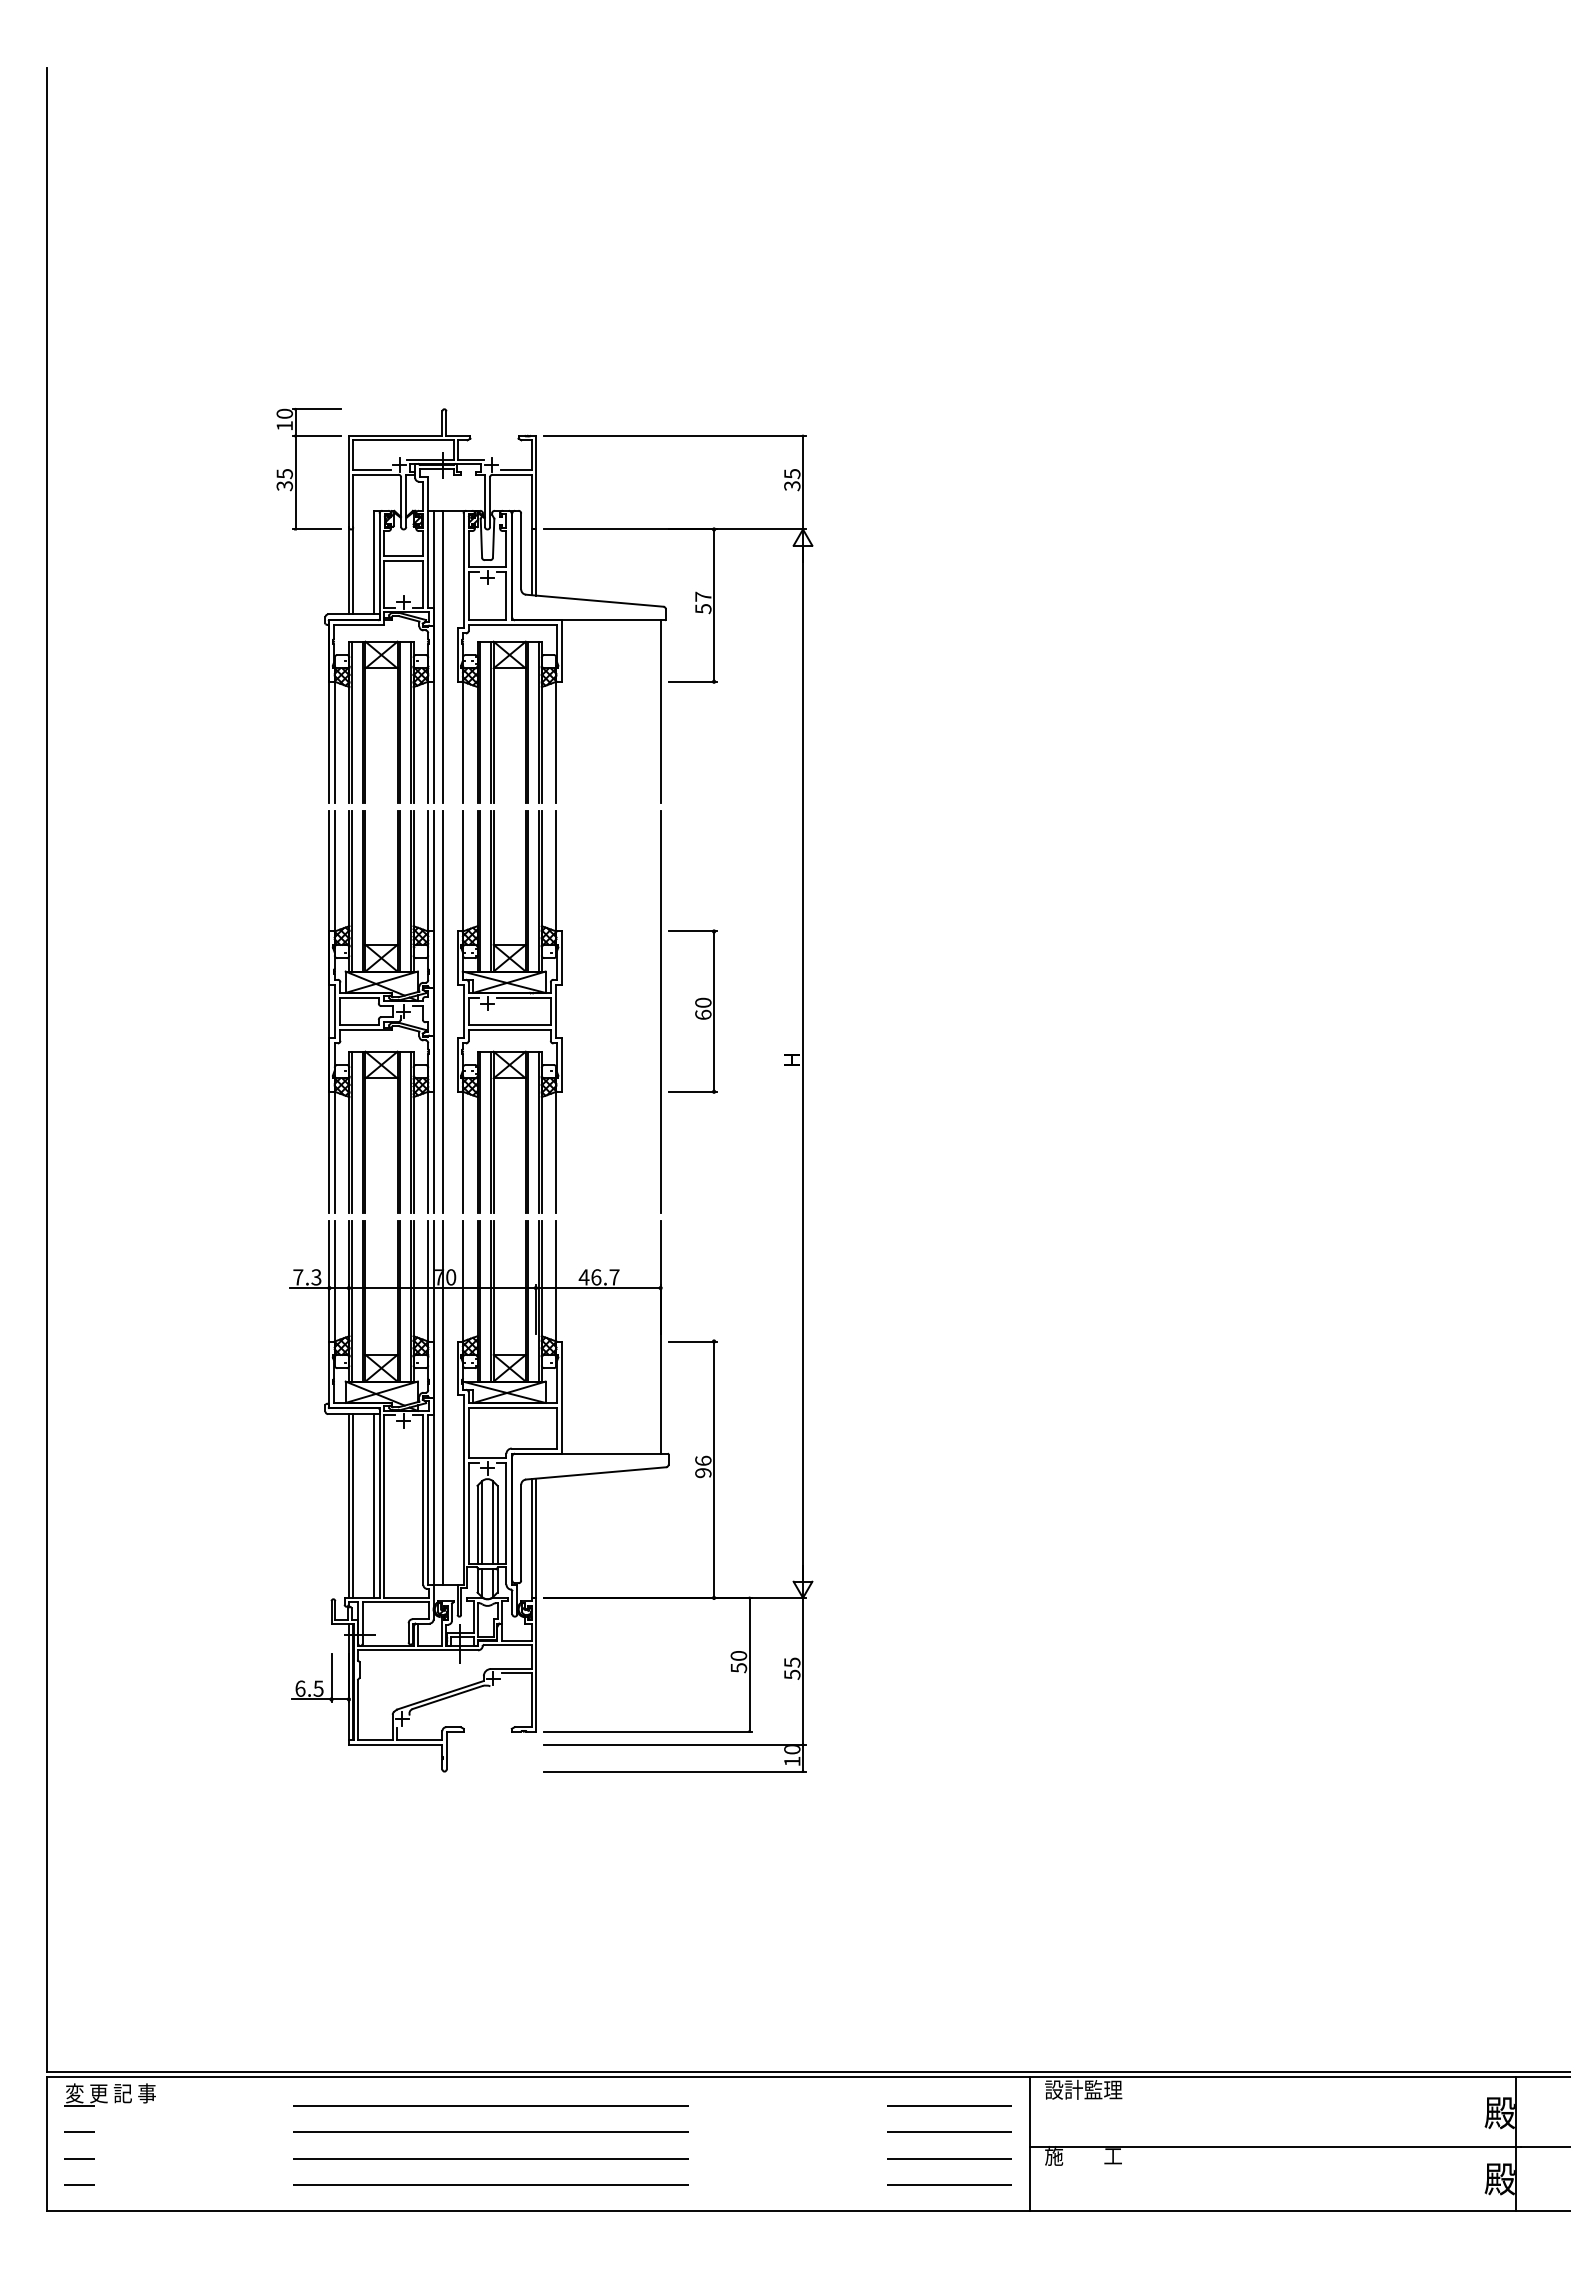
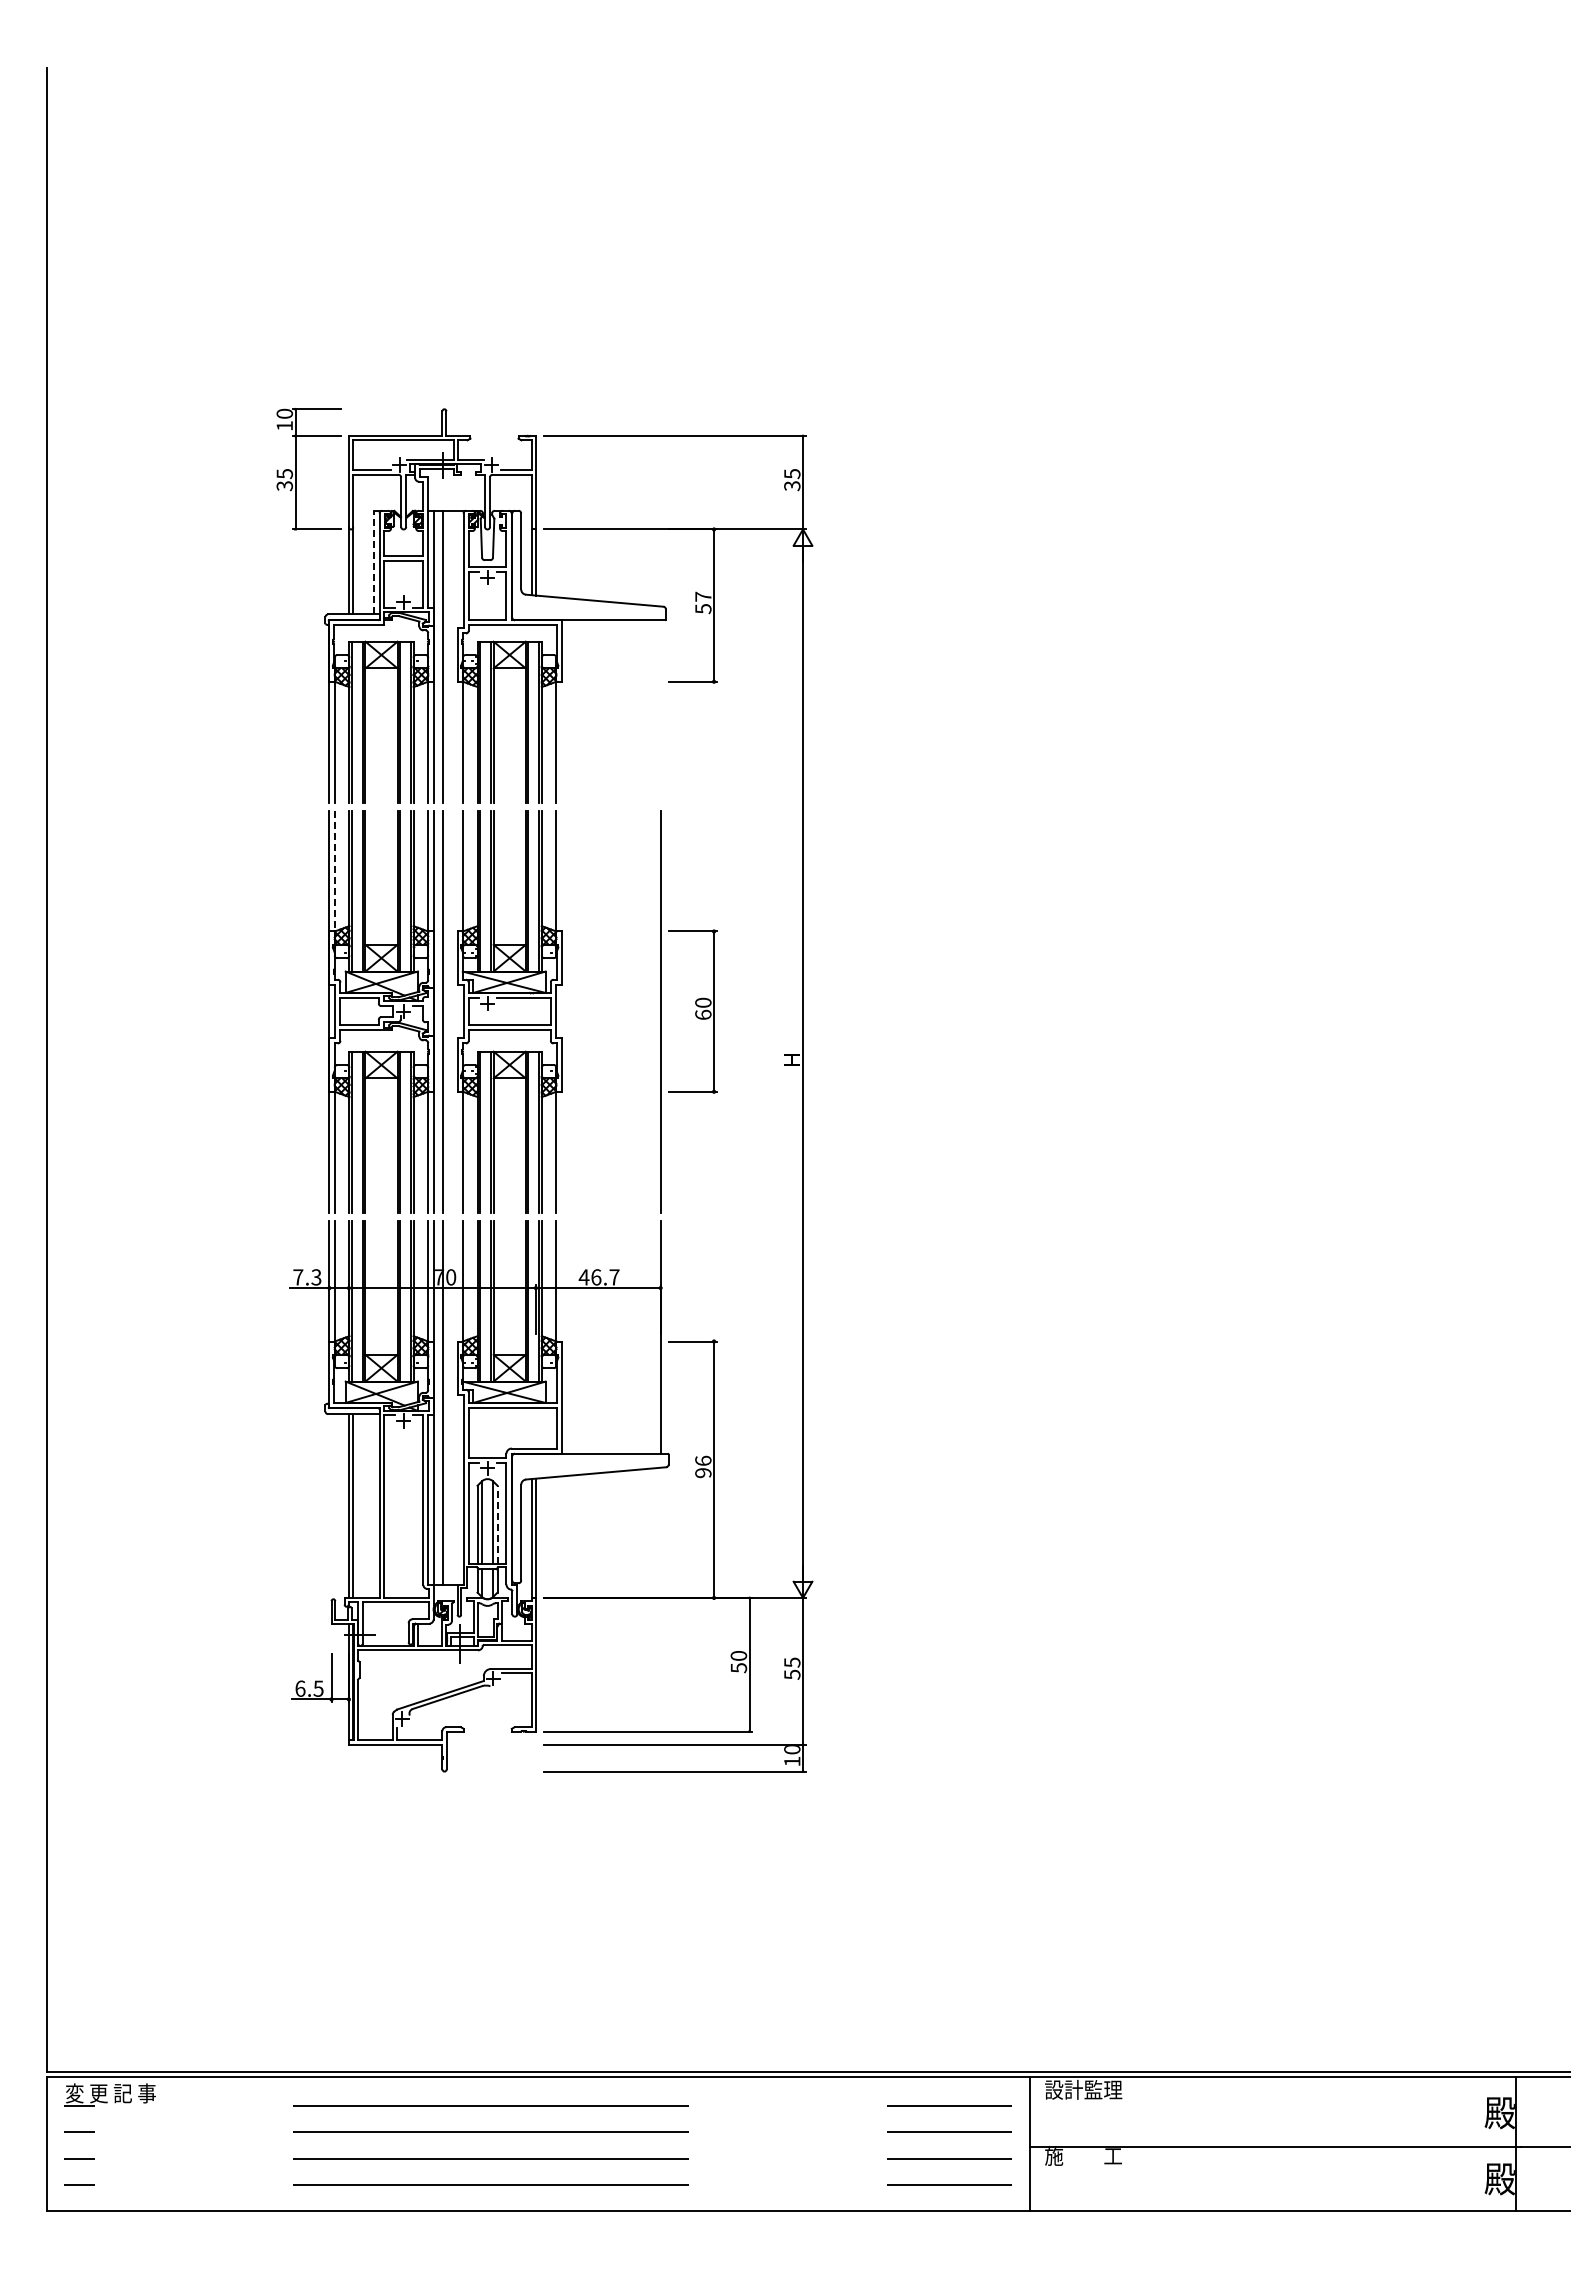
line at (373, 562): solid -> dashed
line at (660, 711): present -> none
line at (334, 872): solid -> dashed
line at (373, 1505): present -> none
line at (497, 1524): solid -> dashed
